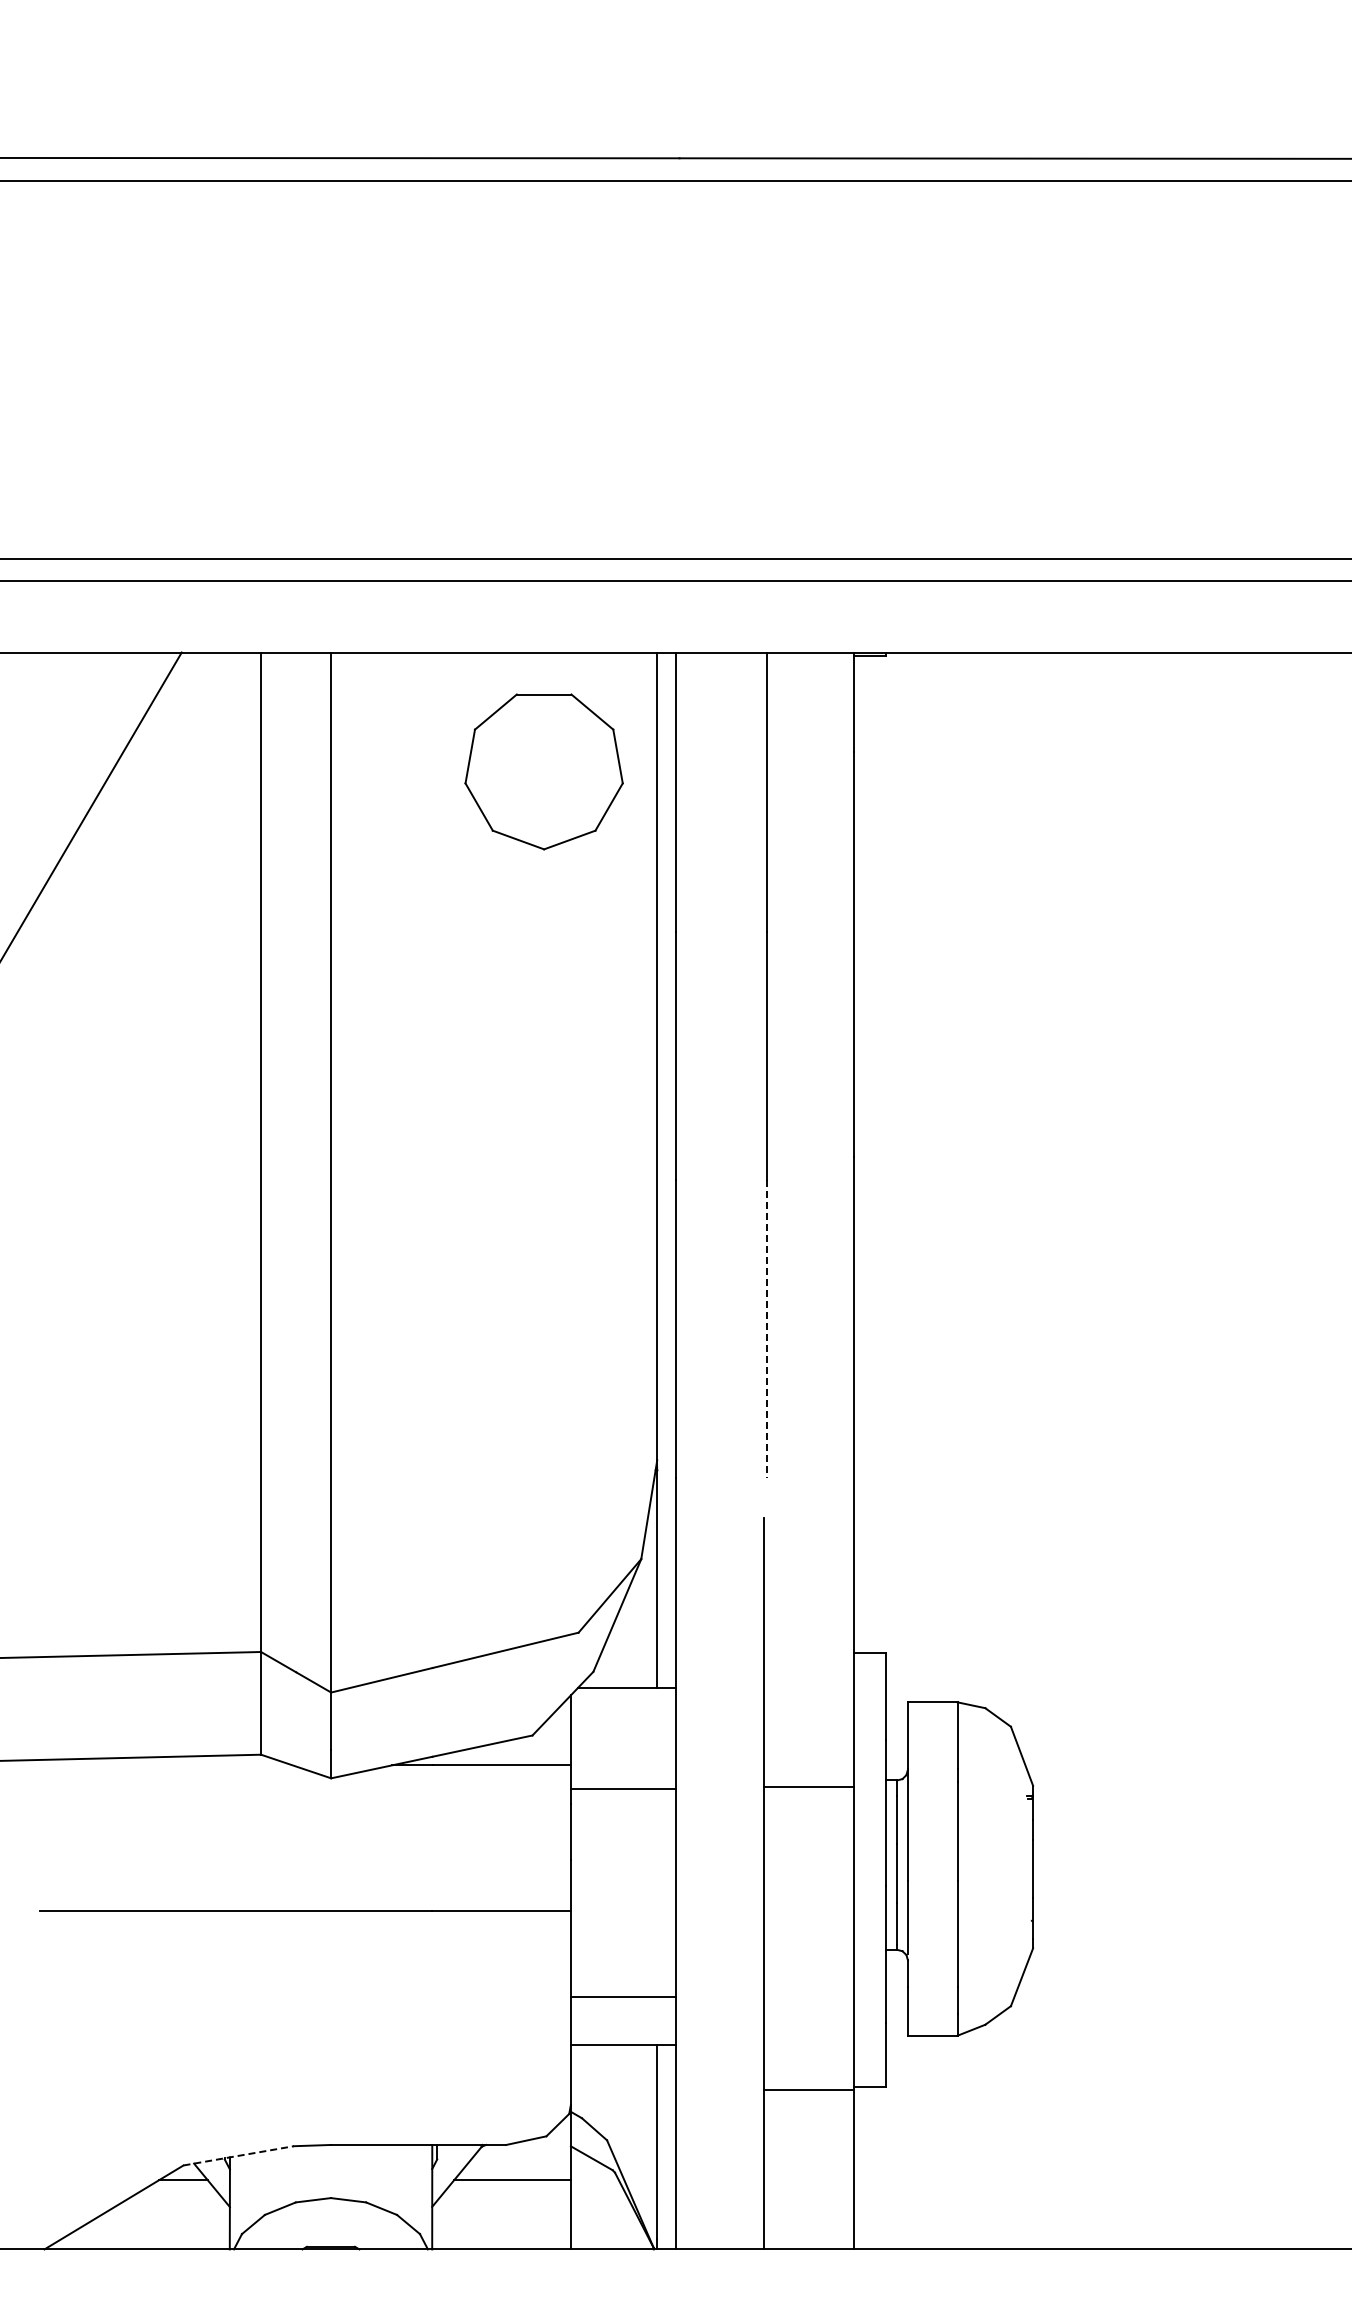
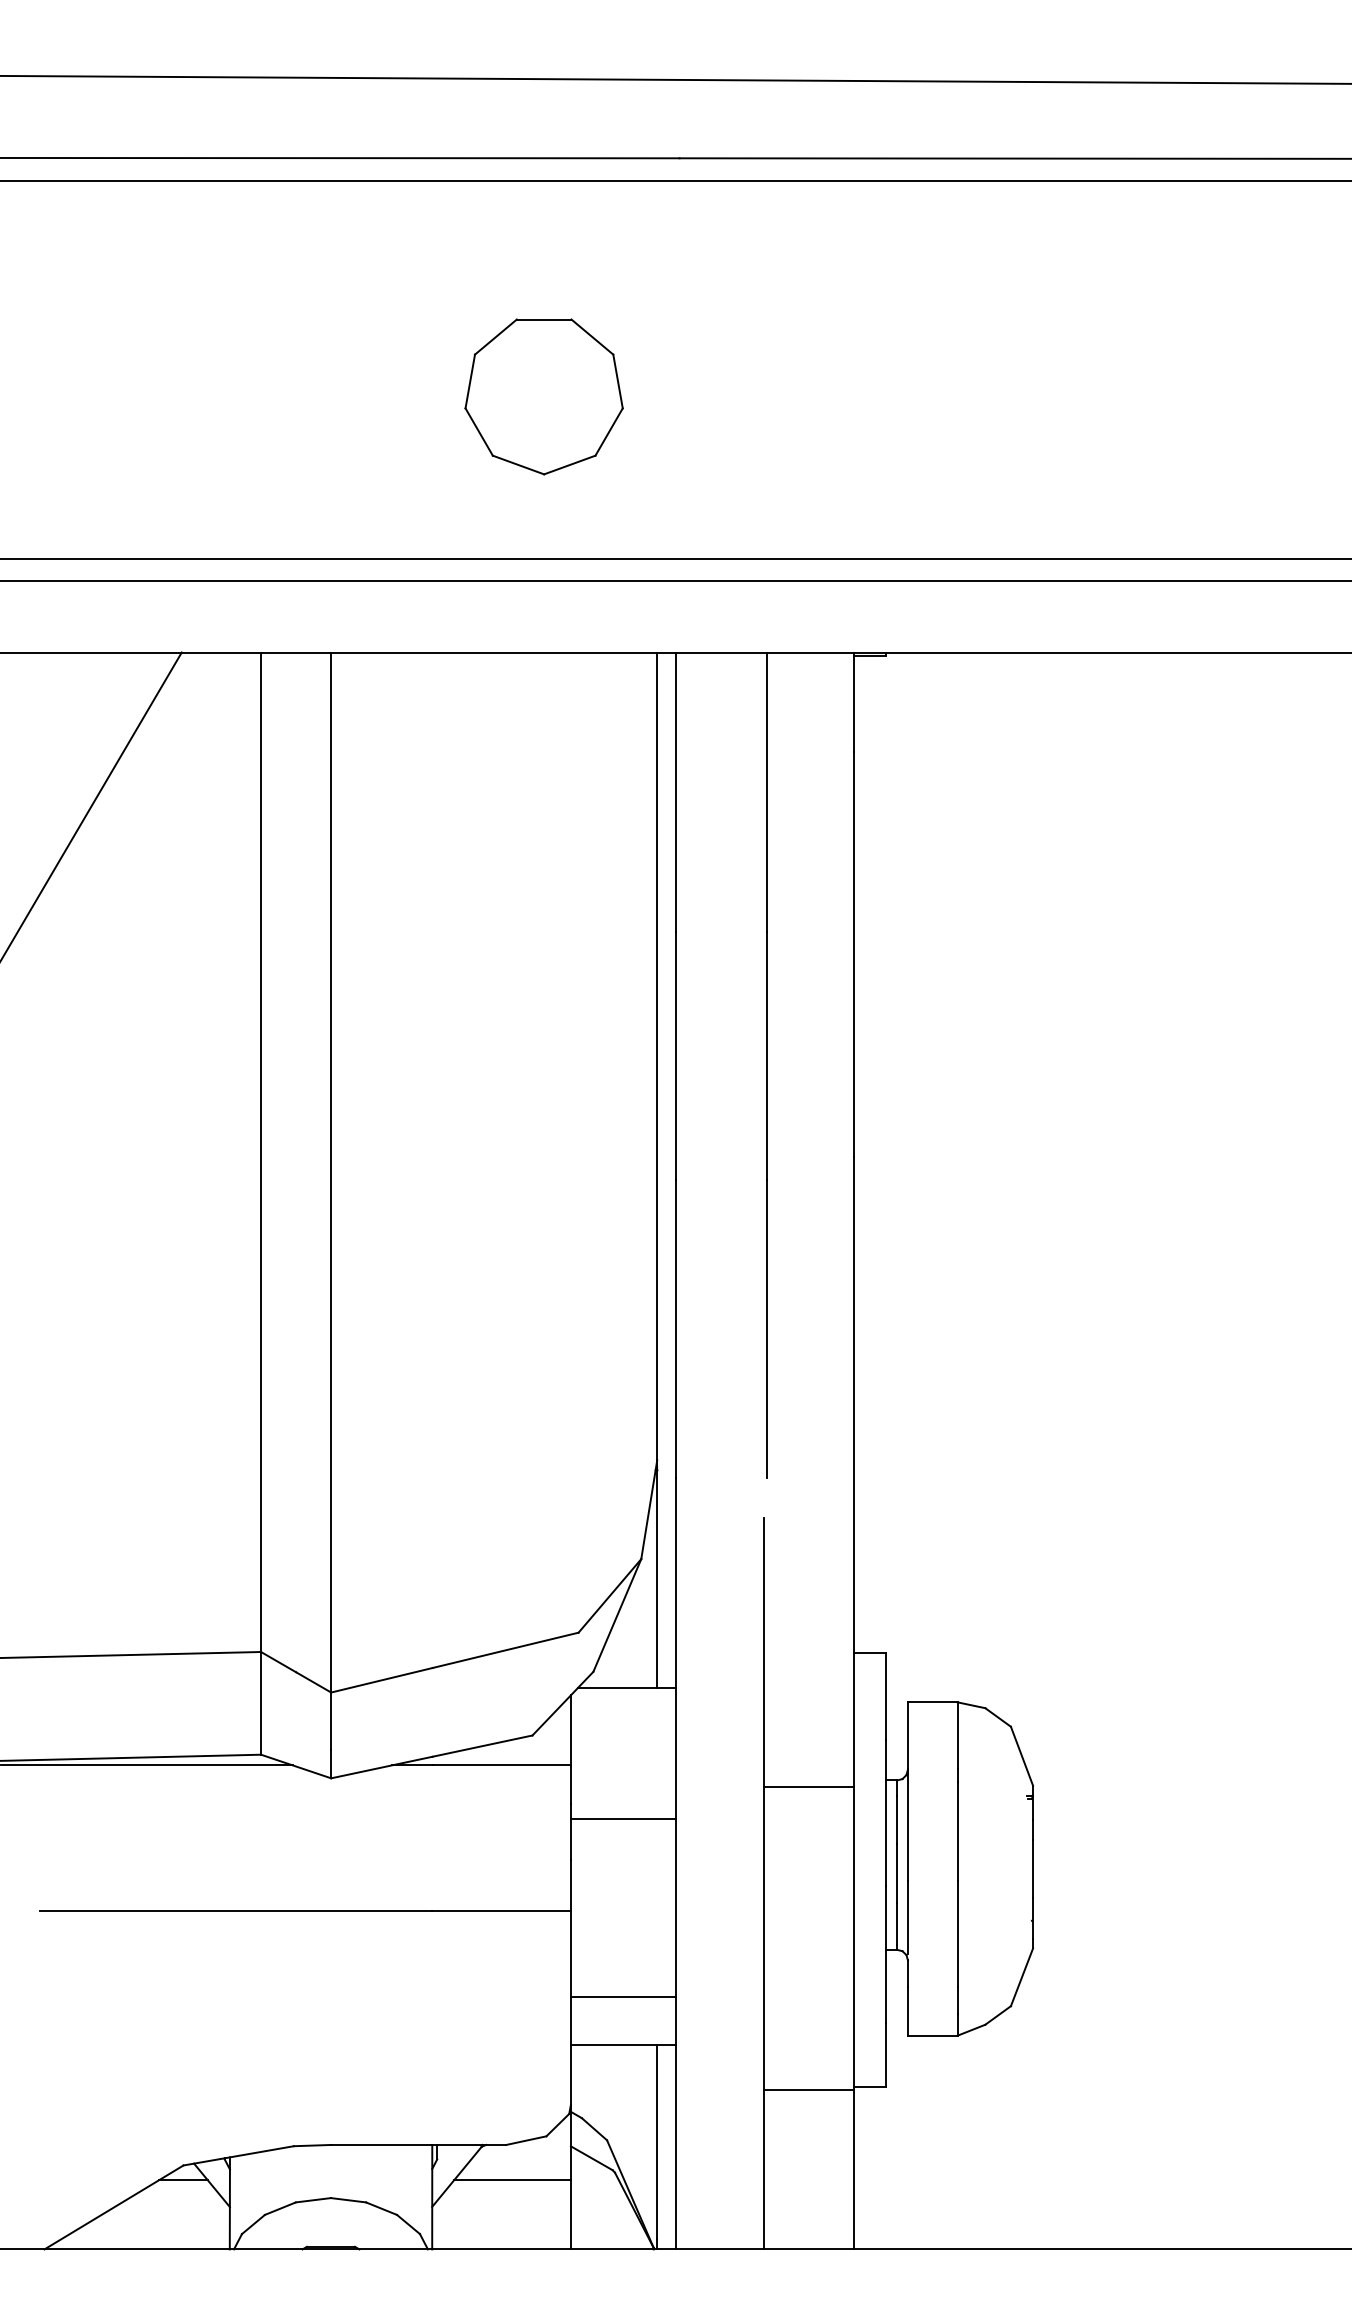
line at (675, 79): none -> present
part at (543, 771) position: (543, 771) -> (543, 396)
line at (766, 1329): dashed -> solid
line at (147, 1765): none -> present
line at (623, 1788) position: (623, 1788) -> (623, 1818)
line at (239, 2155): dashed -> solid
